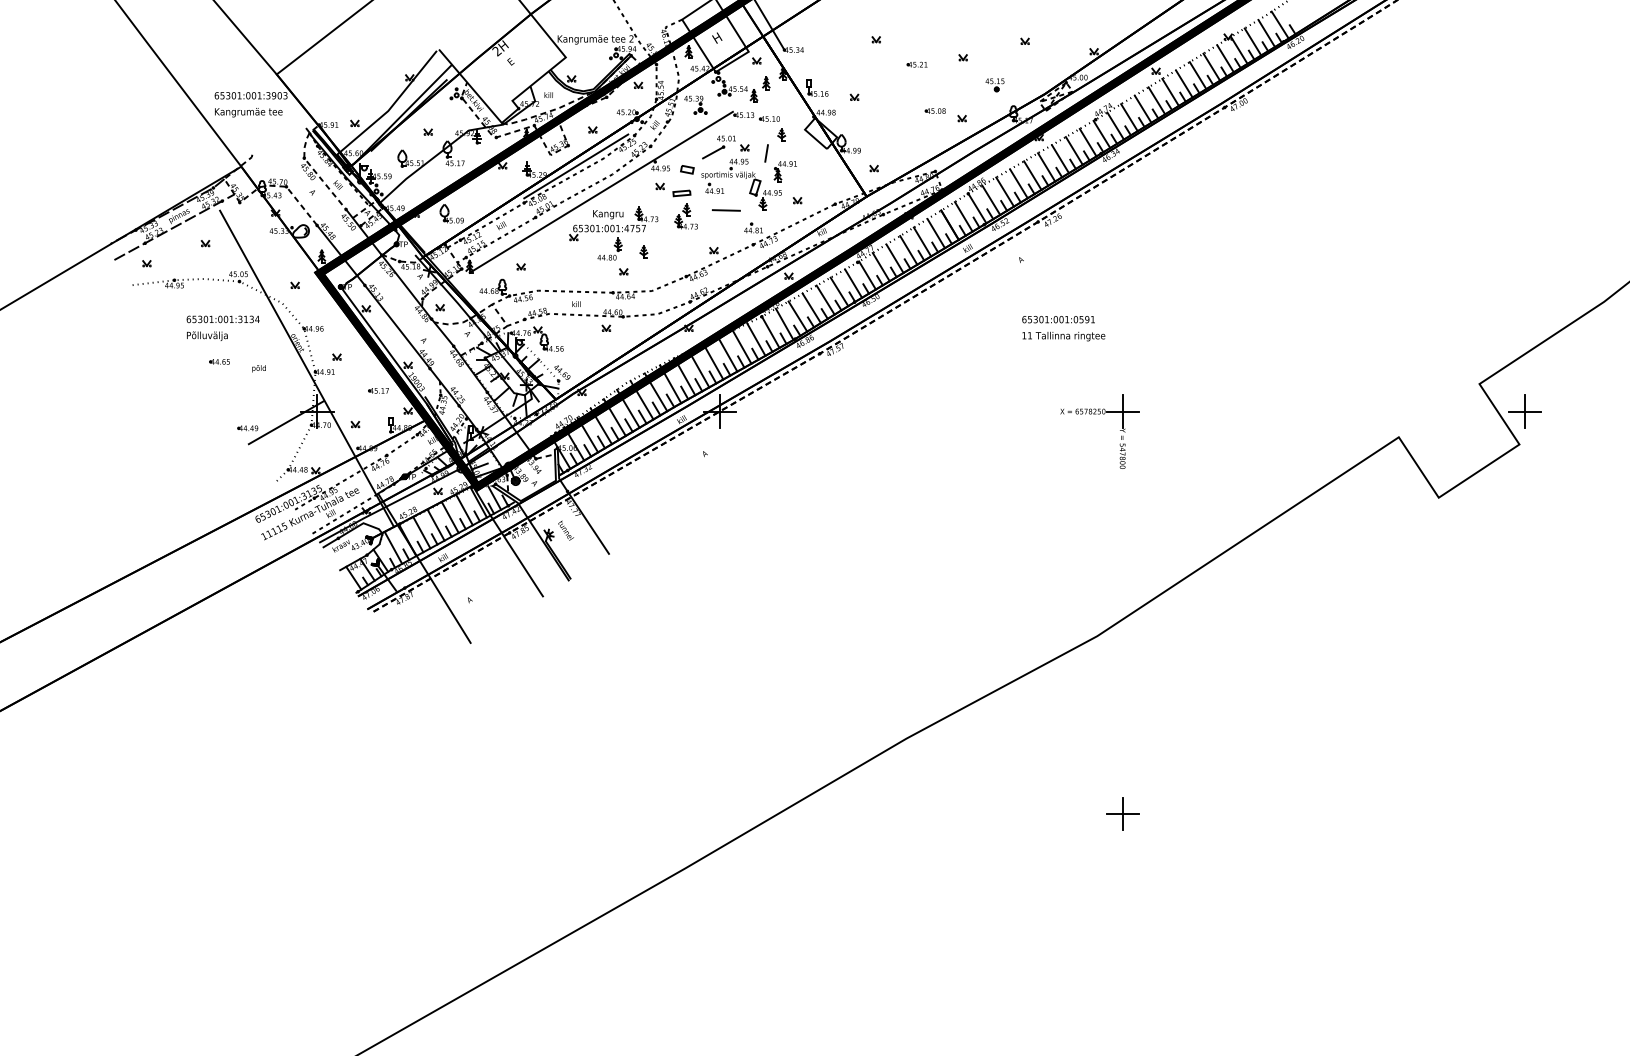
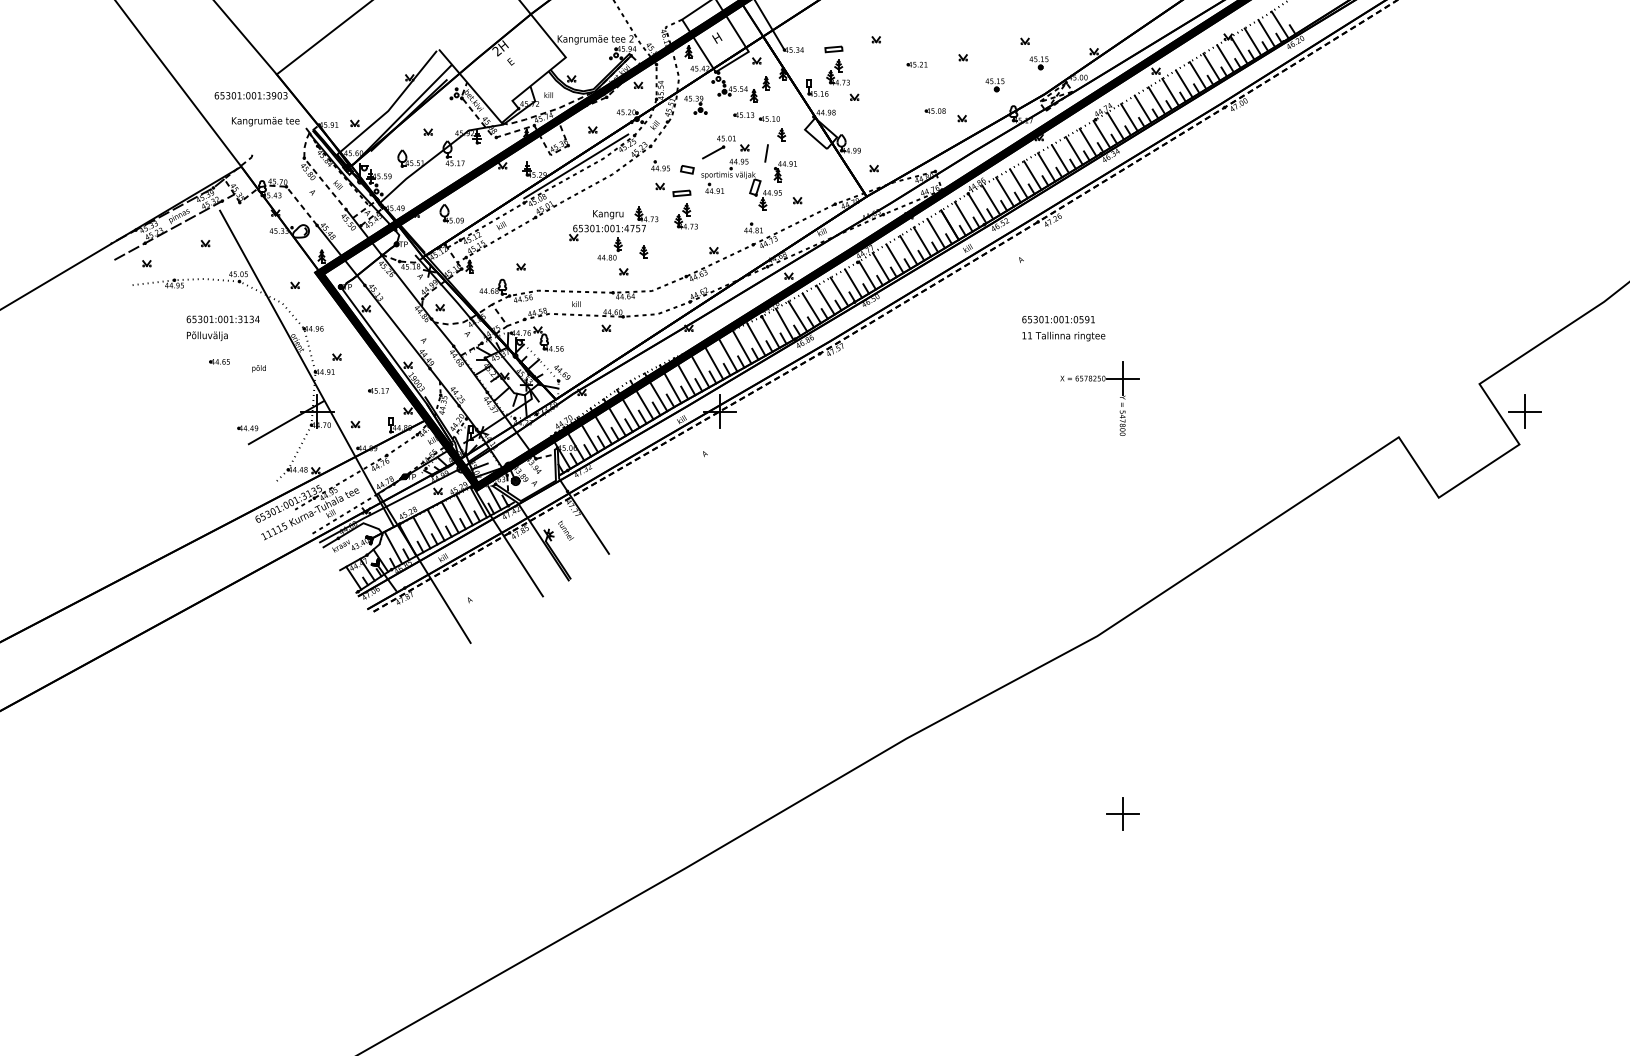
part at (1038, 63): none -> present
part at (836, 65): none -> present
text at (248, 112) position: (248, 112) -> (265, 121)
line at (600, 191): present -> none
line at (725, 210): present -> none
part at (1099, 414) position: (1099, 414) -> (1099, 381)
